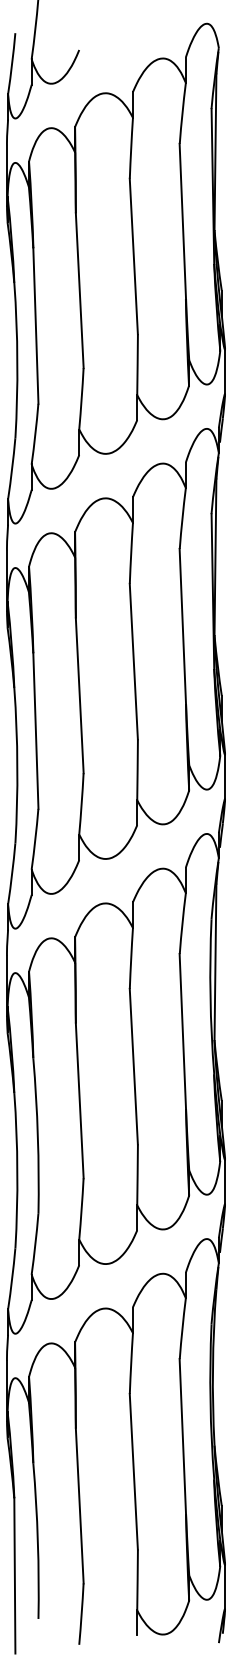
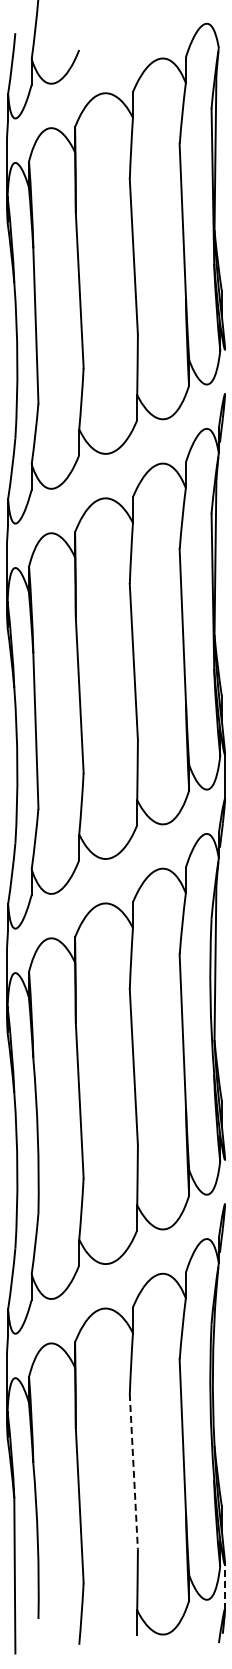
line at (225, 371): present -> none
line at (225, 1182): present -> none
line at (133, 1471): solid -> dashed
line at (225, 1586): solid -> dashed
